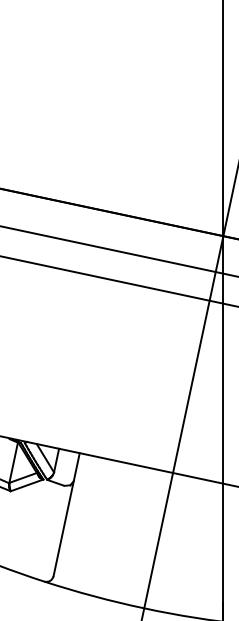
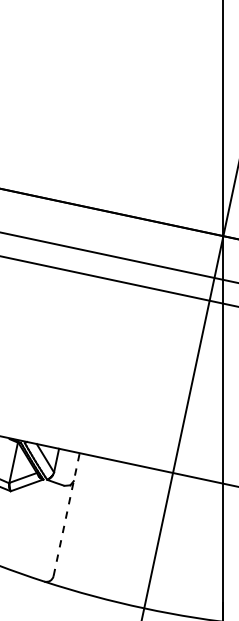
line at (118, 251) position: (118, 251) -> (118, 257)
line at (66, 514): solid -> dashed
